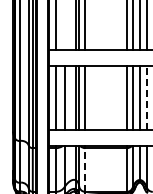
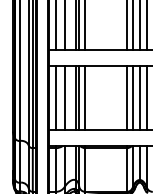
line at (64, 25): none -> present
line at (146, 97): dashed -> solid
line at (85, 170): dashed -> solid
